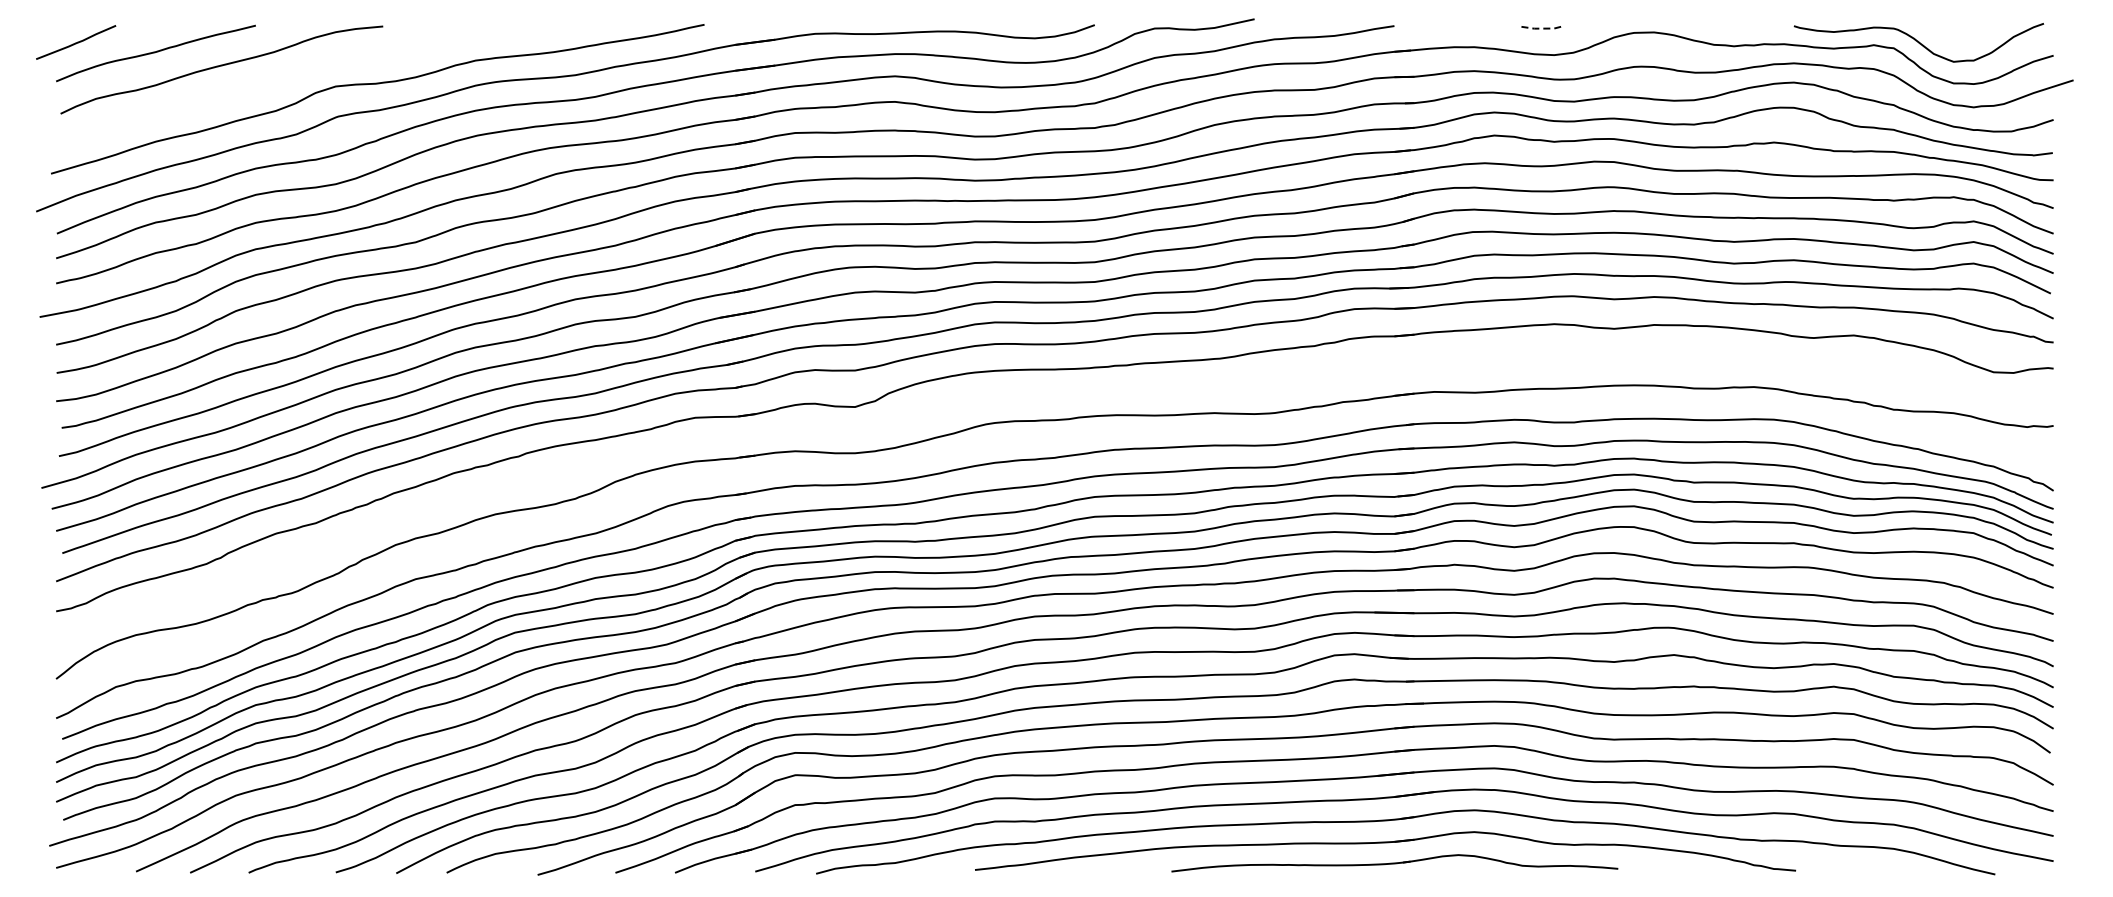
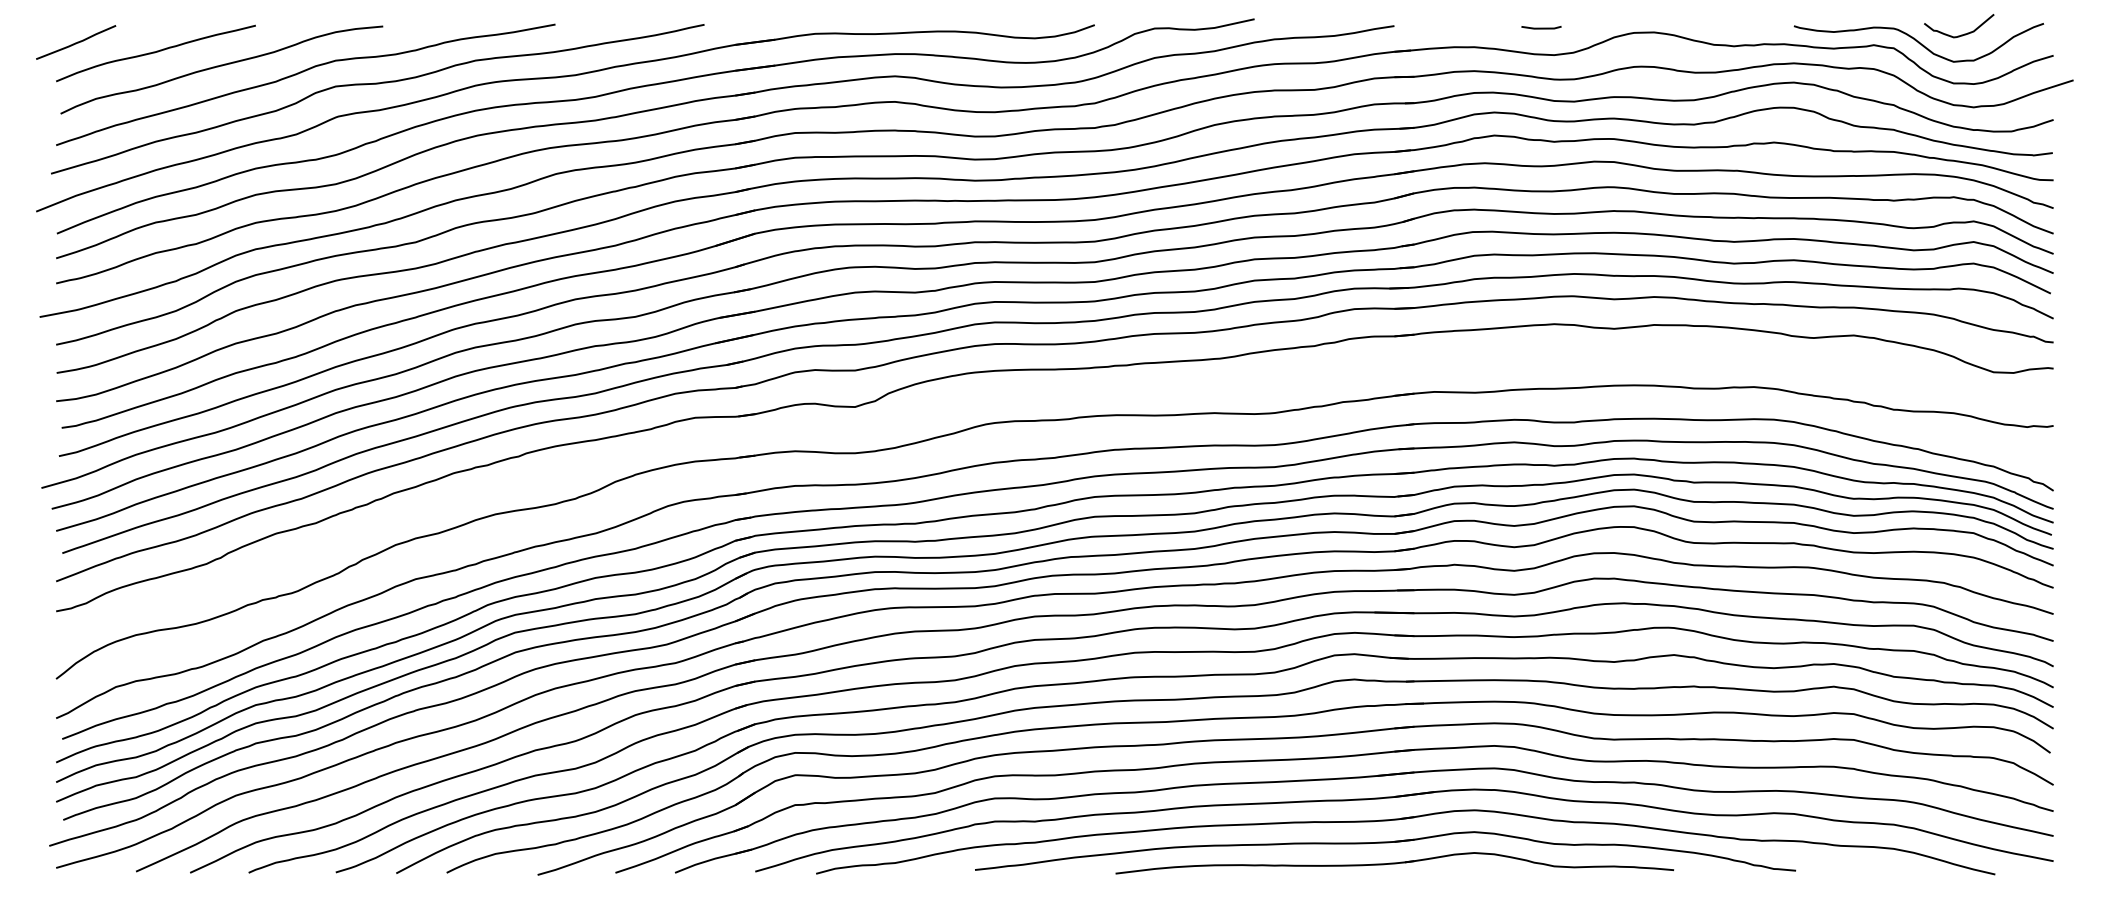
line at (1542, 28): dashed -> solid
curve at (1961, 34): none -> present
curve at (301, 73): none -> present
part at (1394, 863) size: 448x19 px -> 560x23 px
